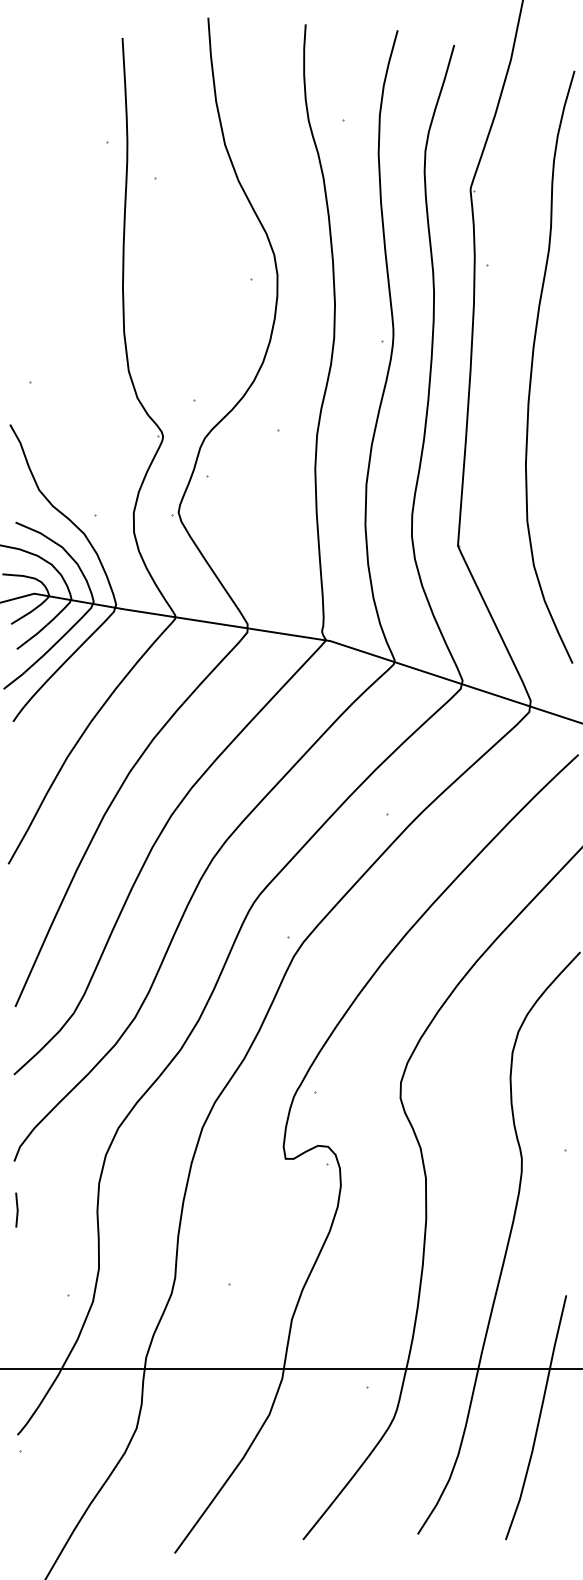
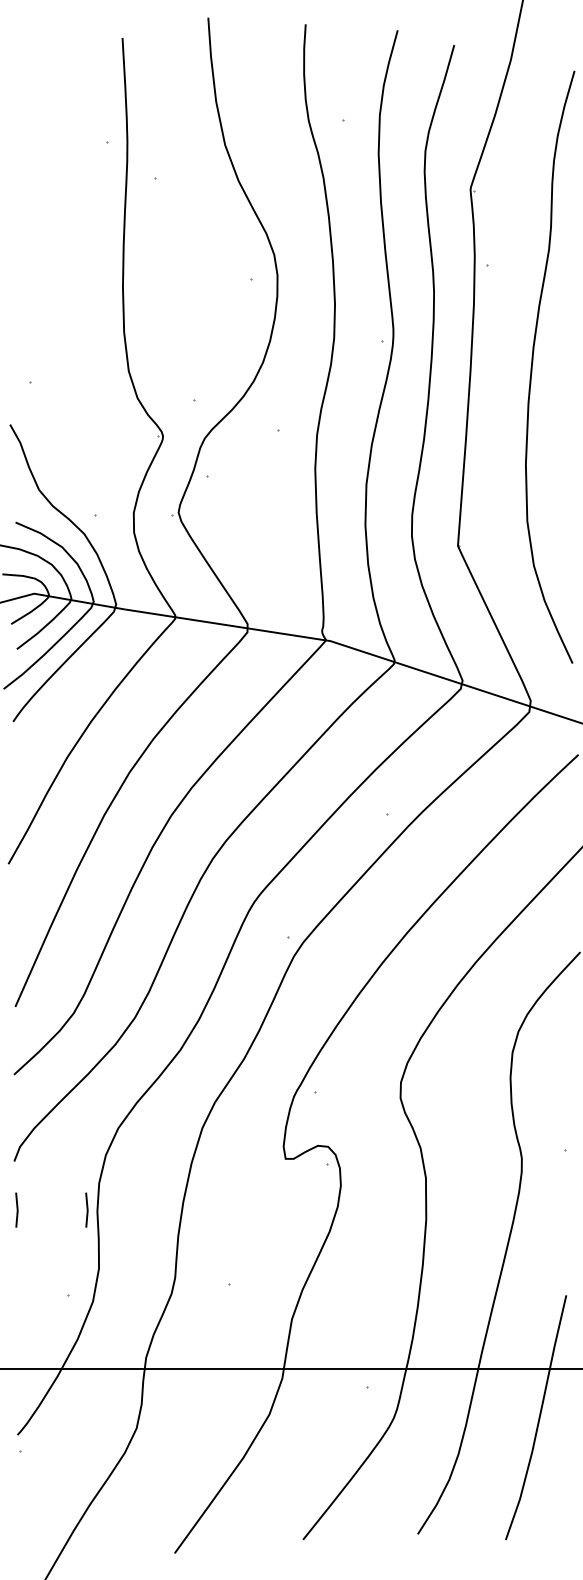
line at (86, 1209): none -> present
